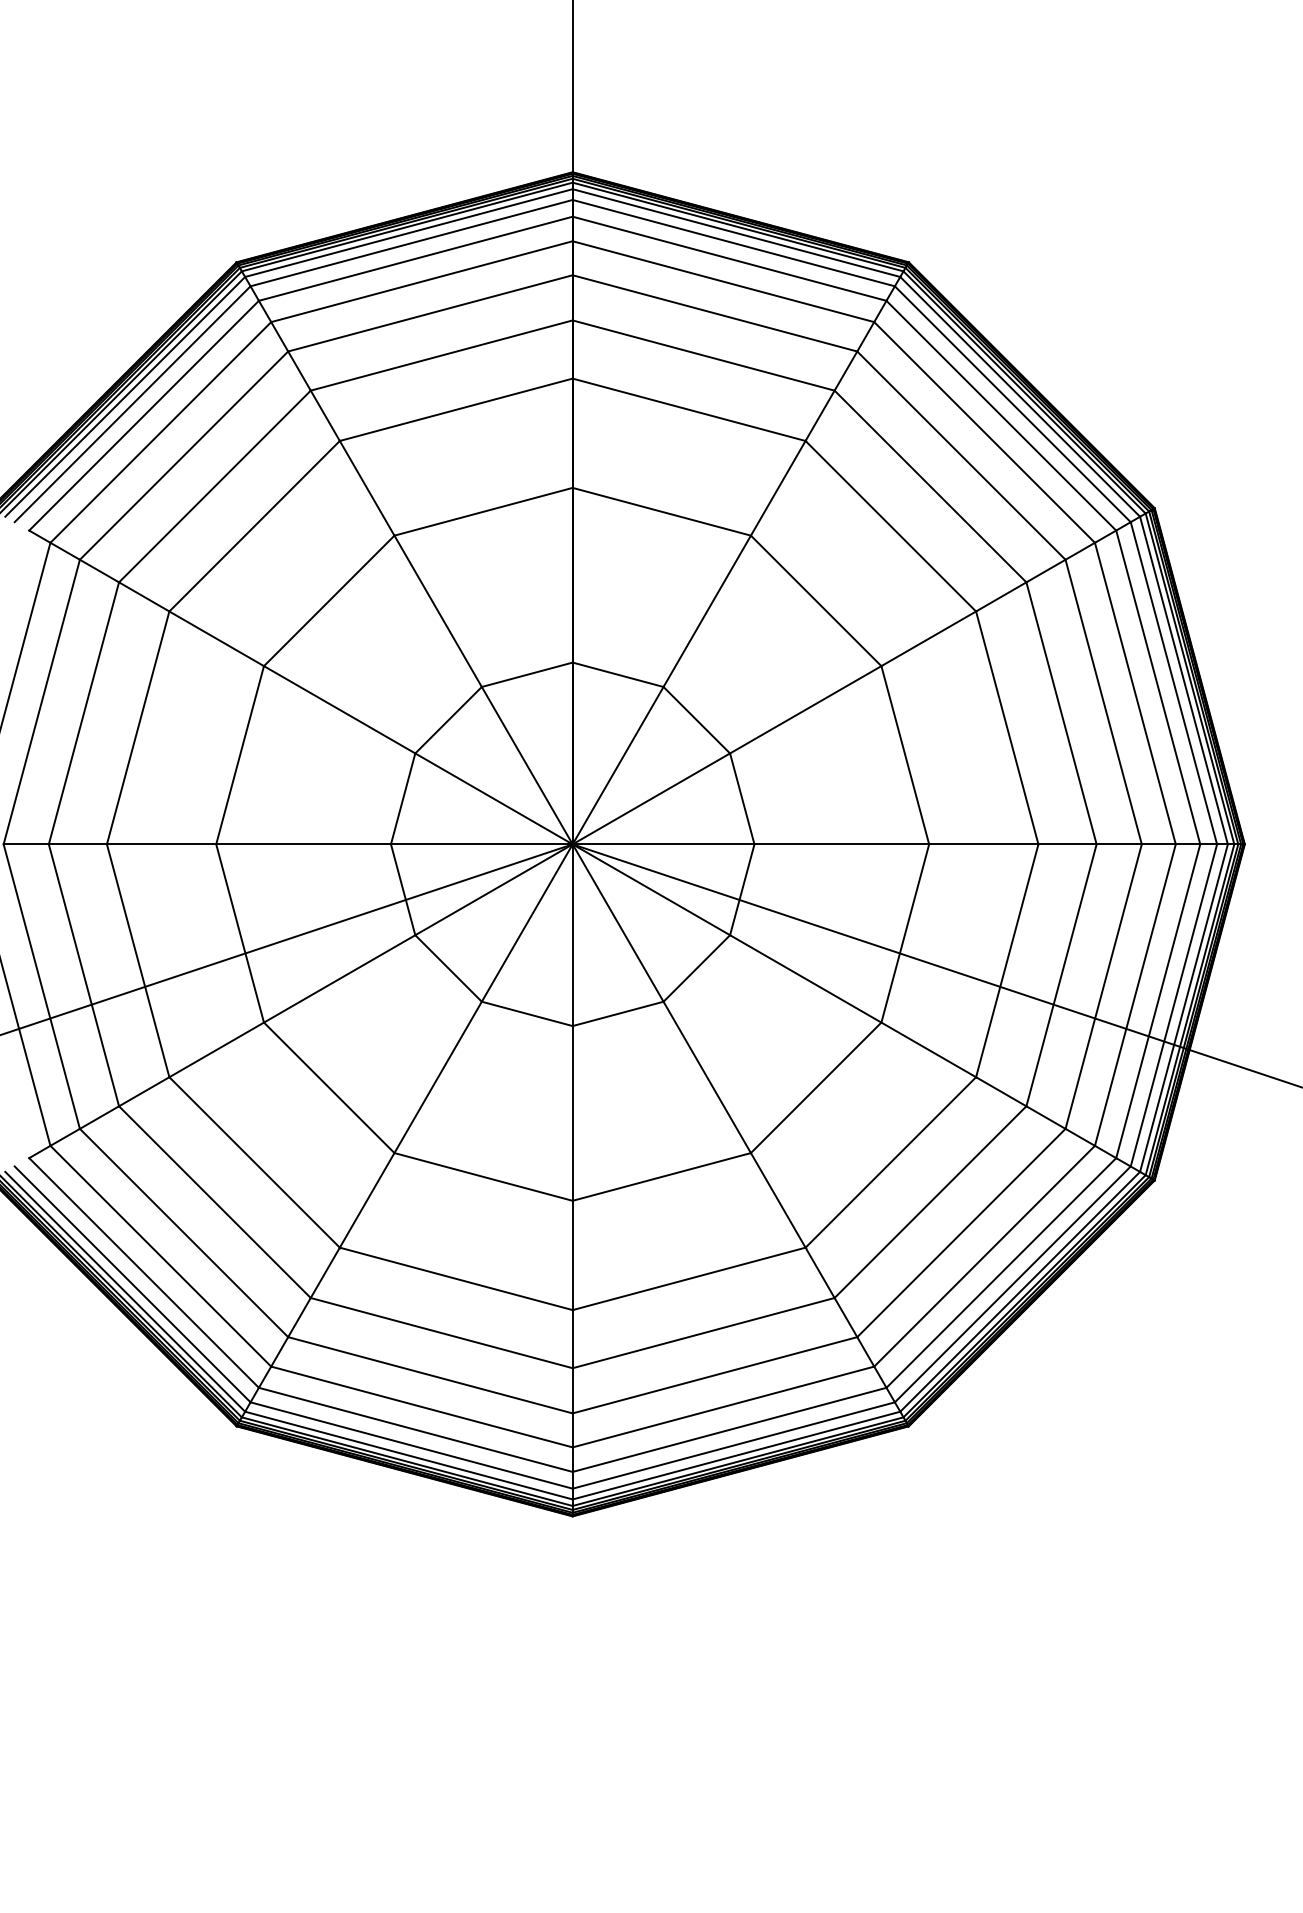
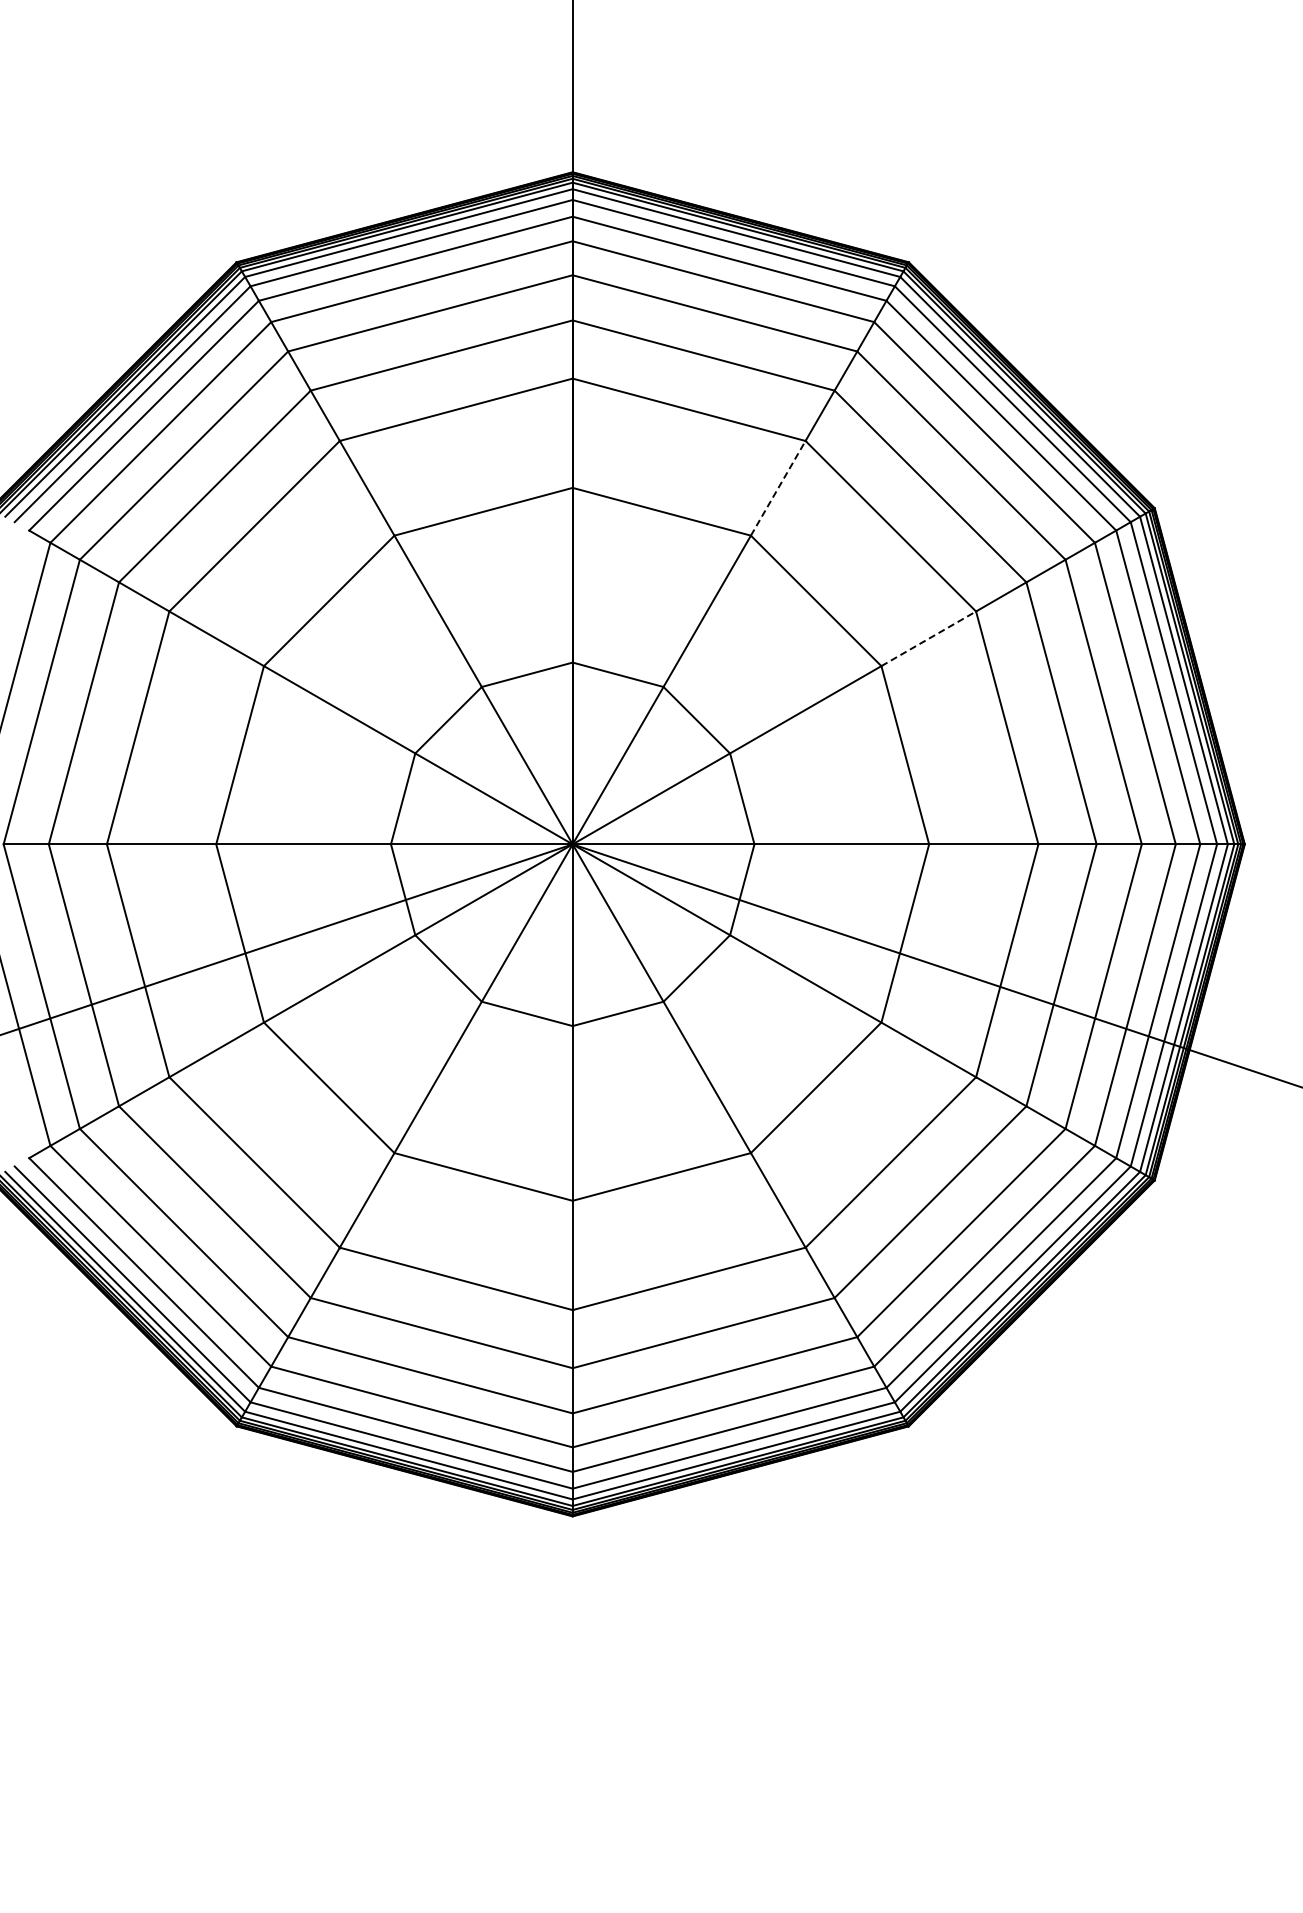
line at (778, 488): solid -> dashed
line at (928, 638): solid -> dashed
